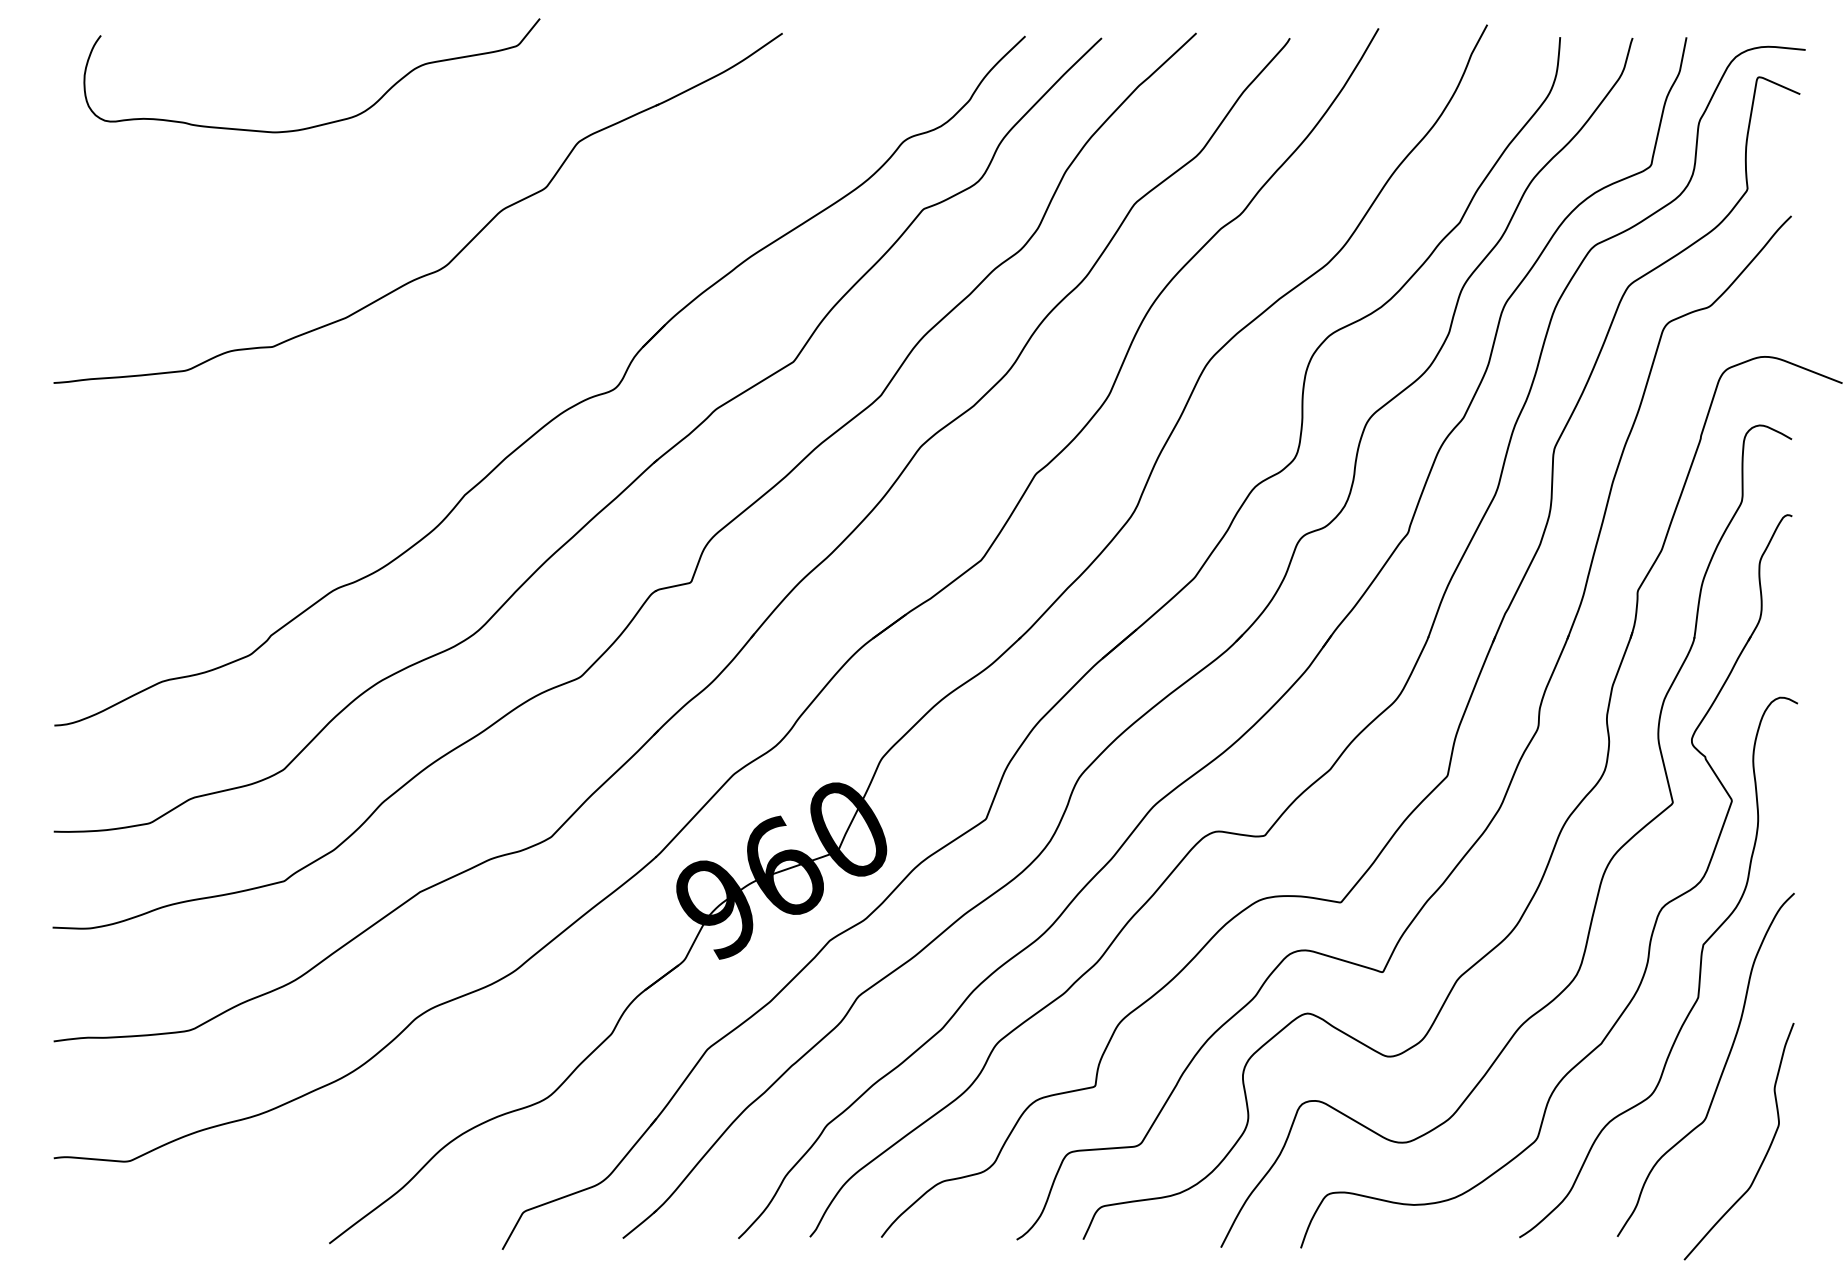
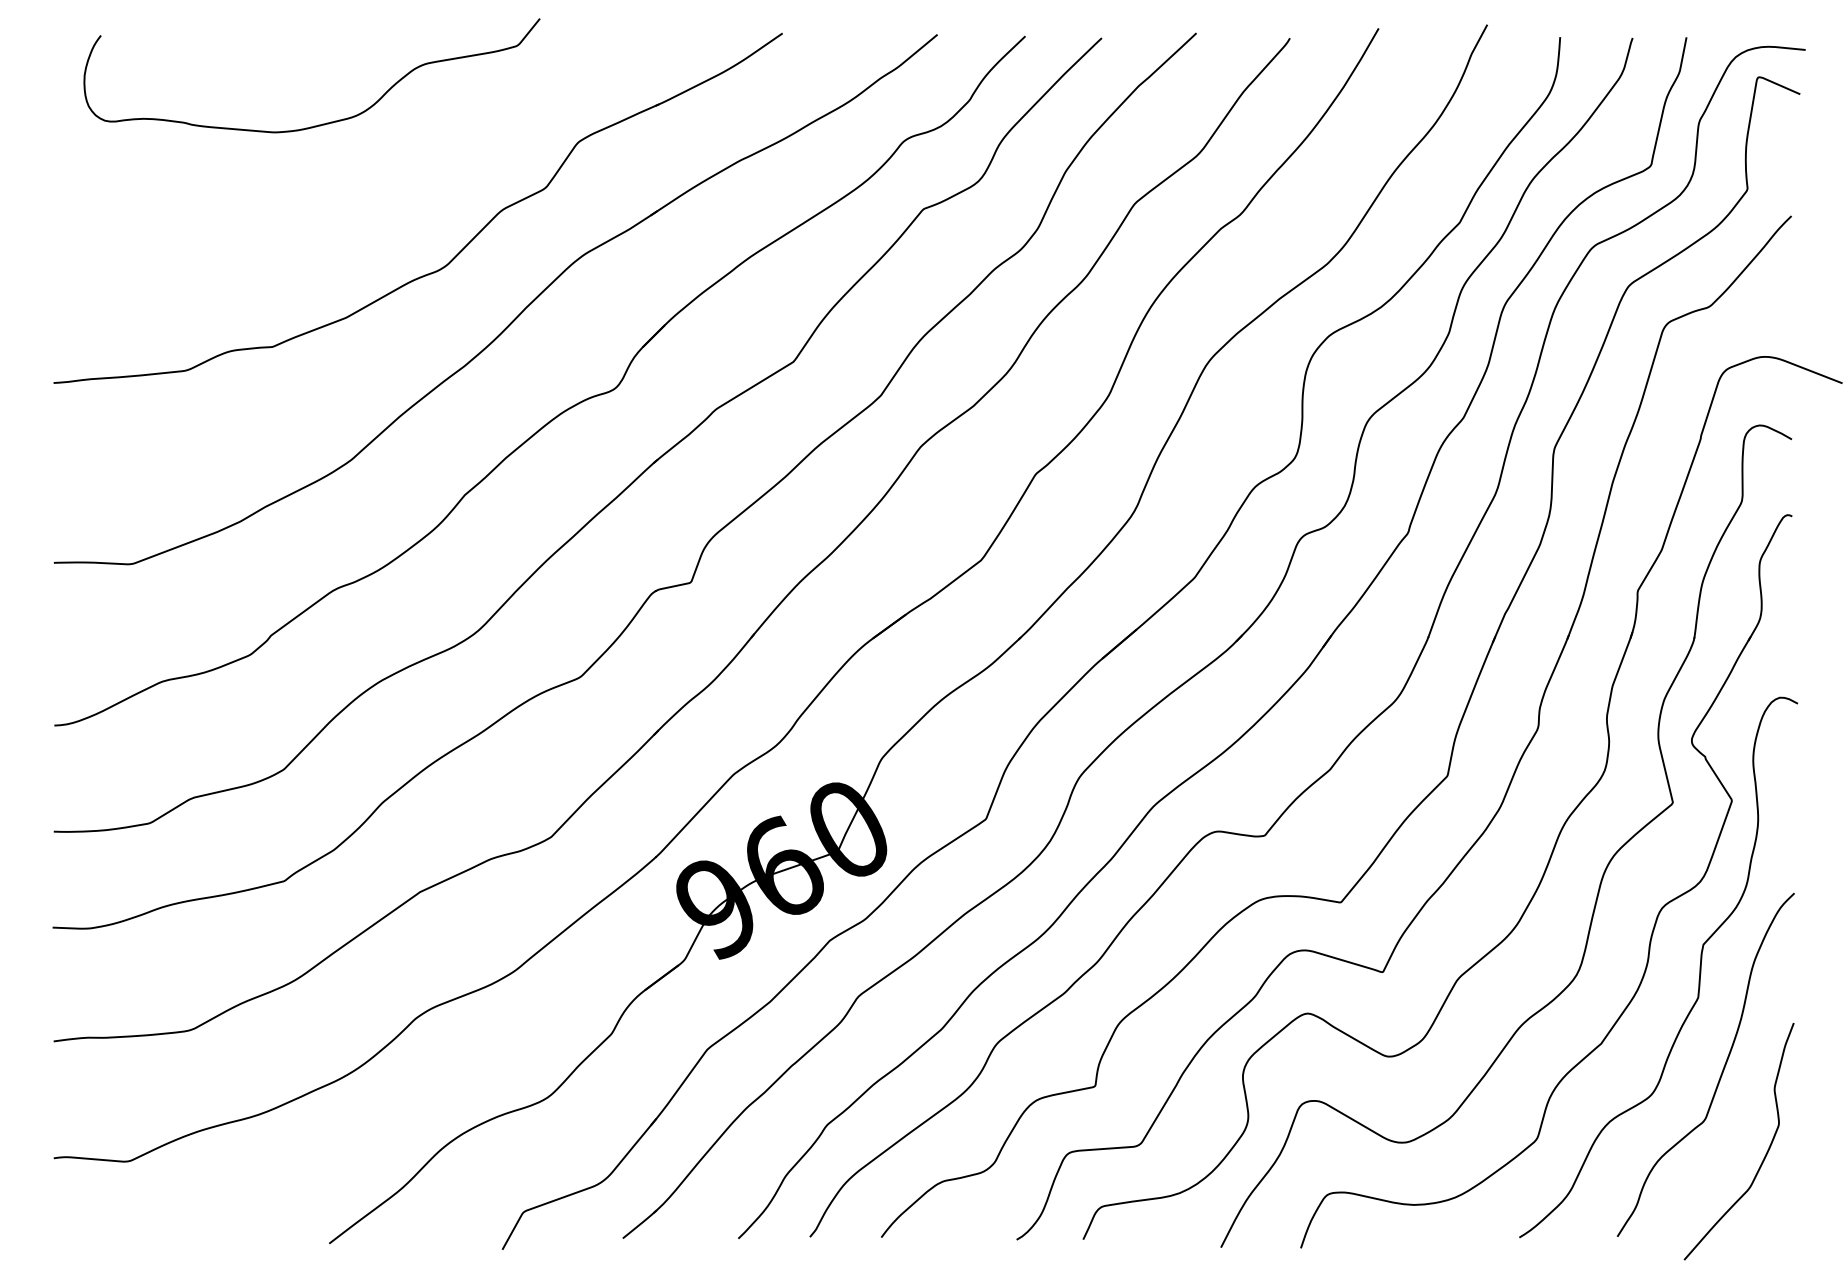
part at (514, 318): none -> present
